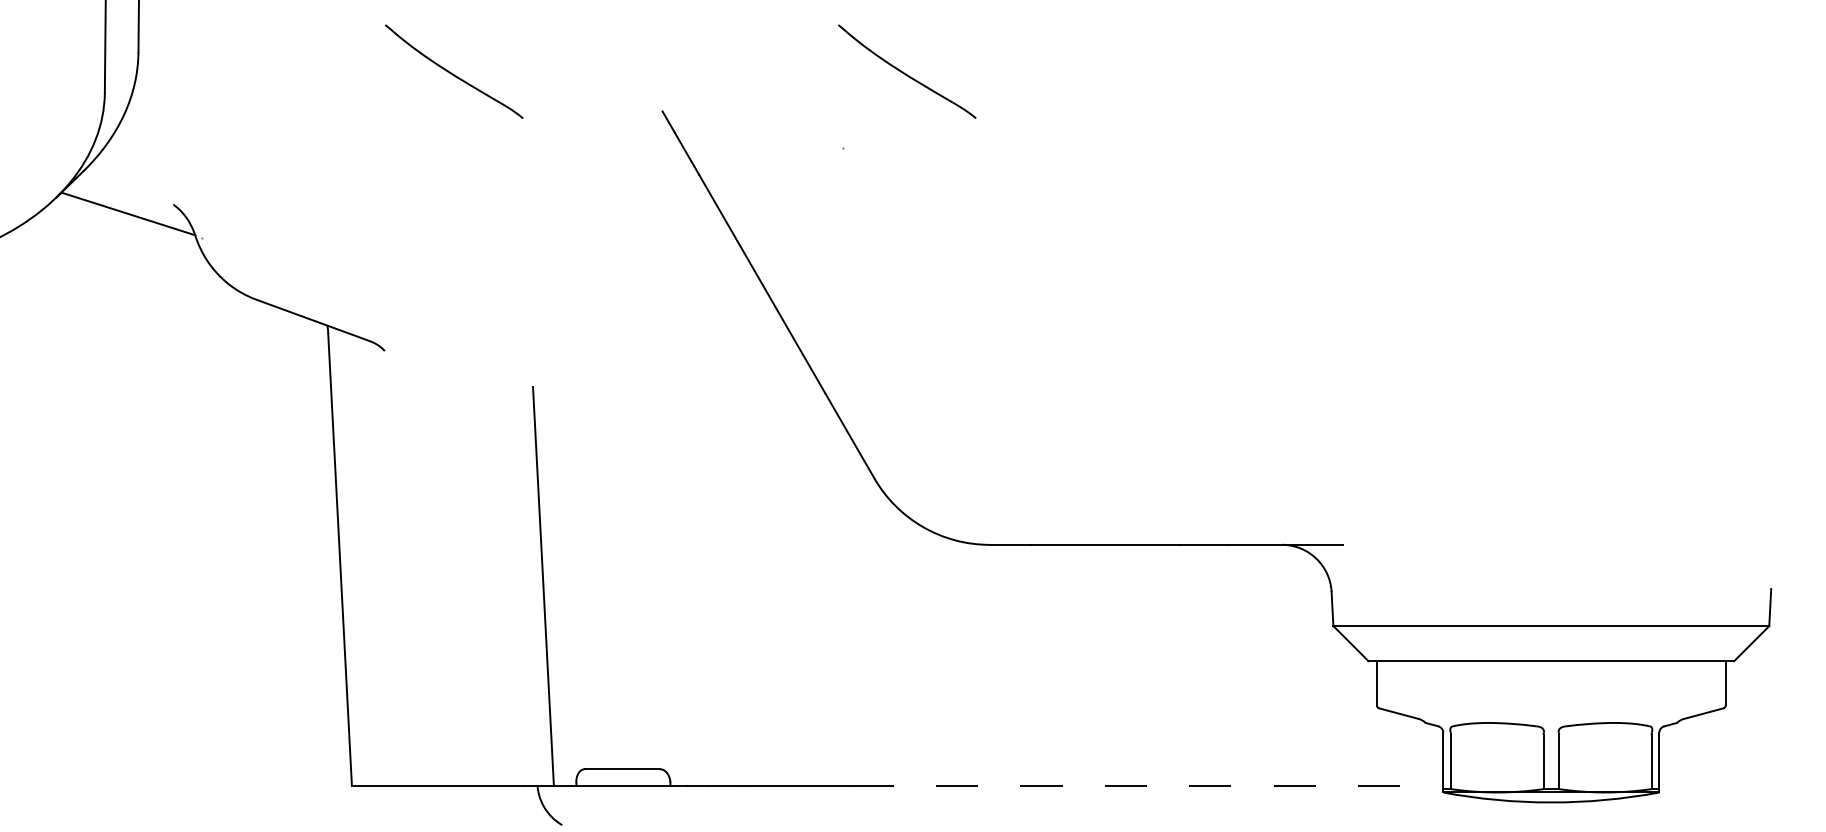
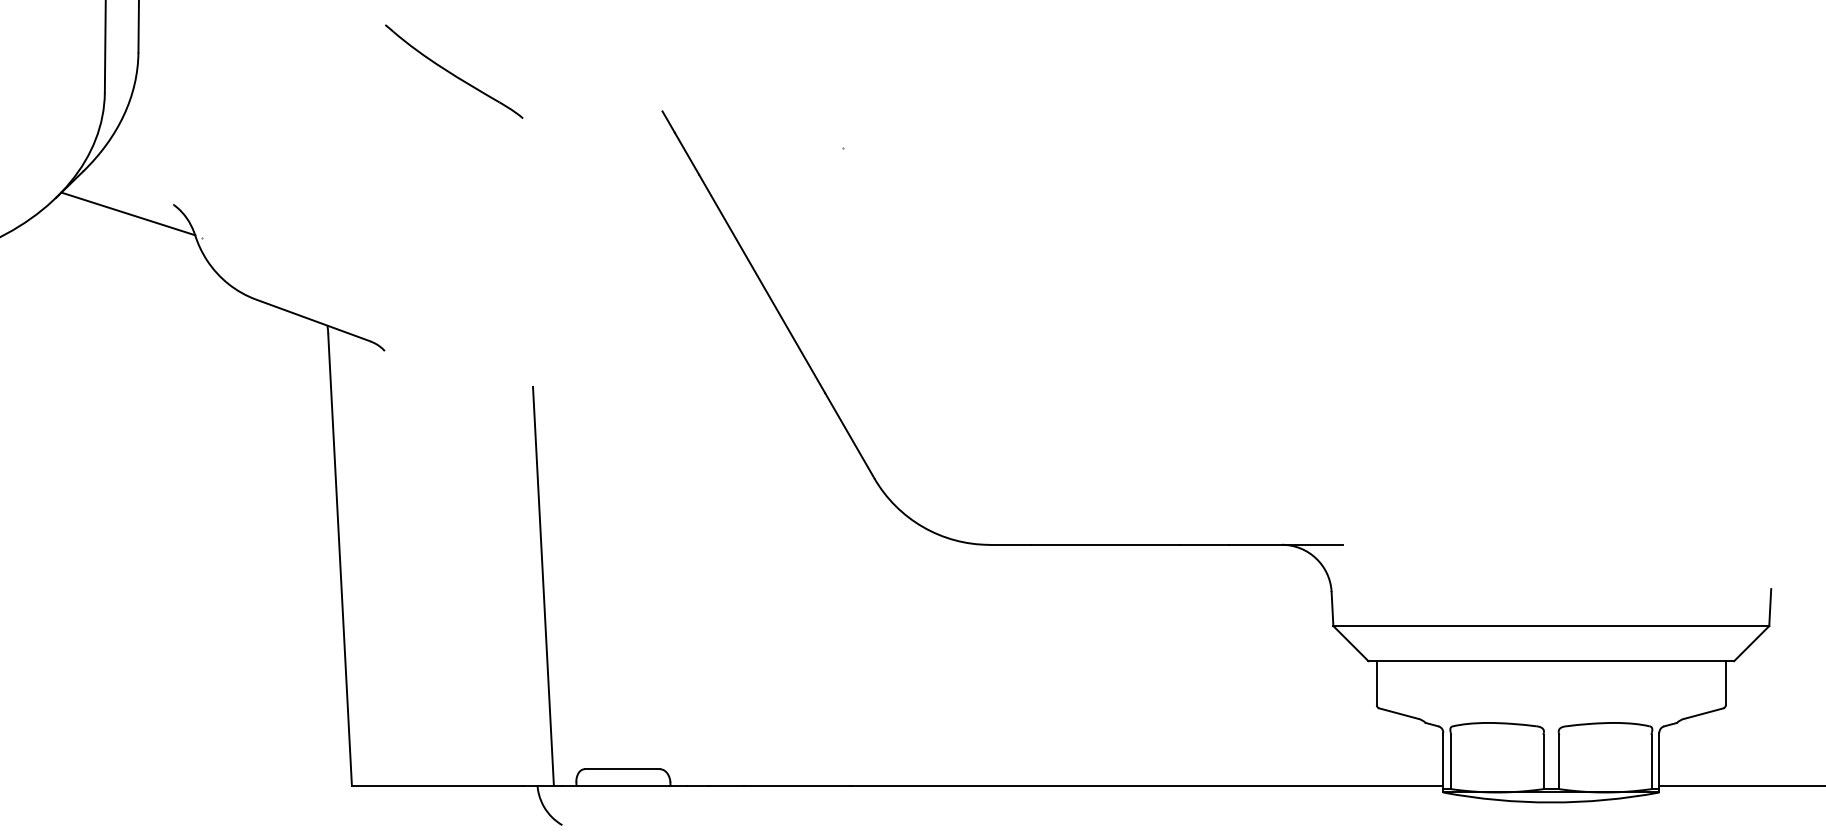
part at (907, 71): present -> none
line at (1147, 785): dashed -> solid
line at (1740, 785): none -> present
